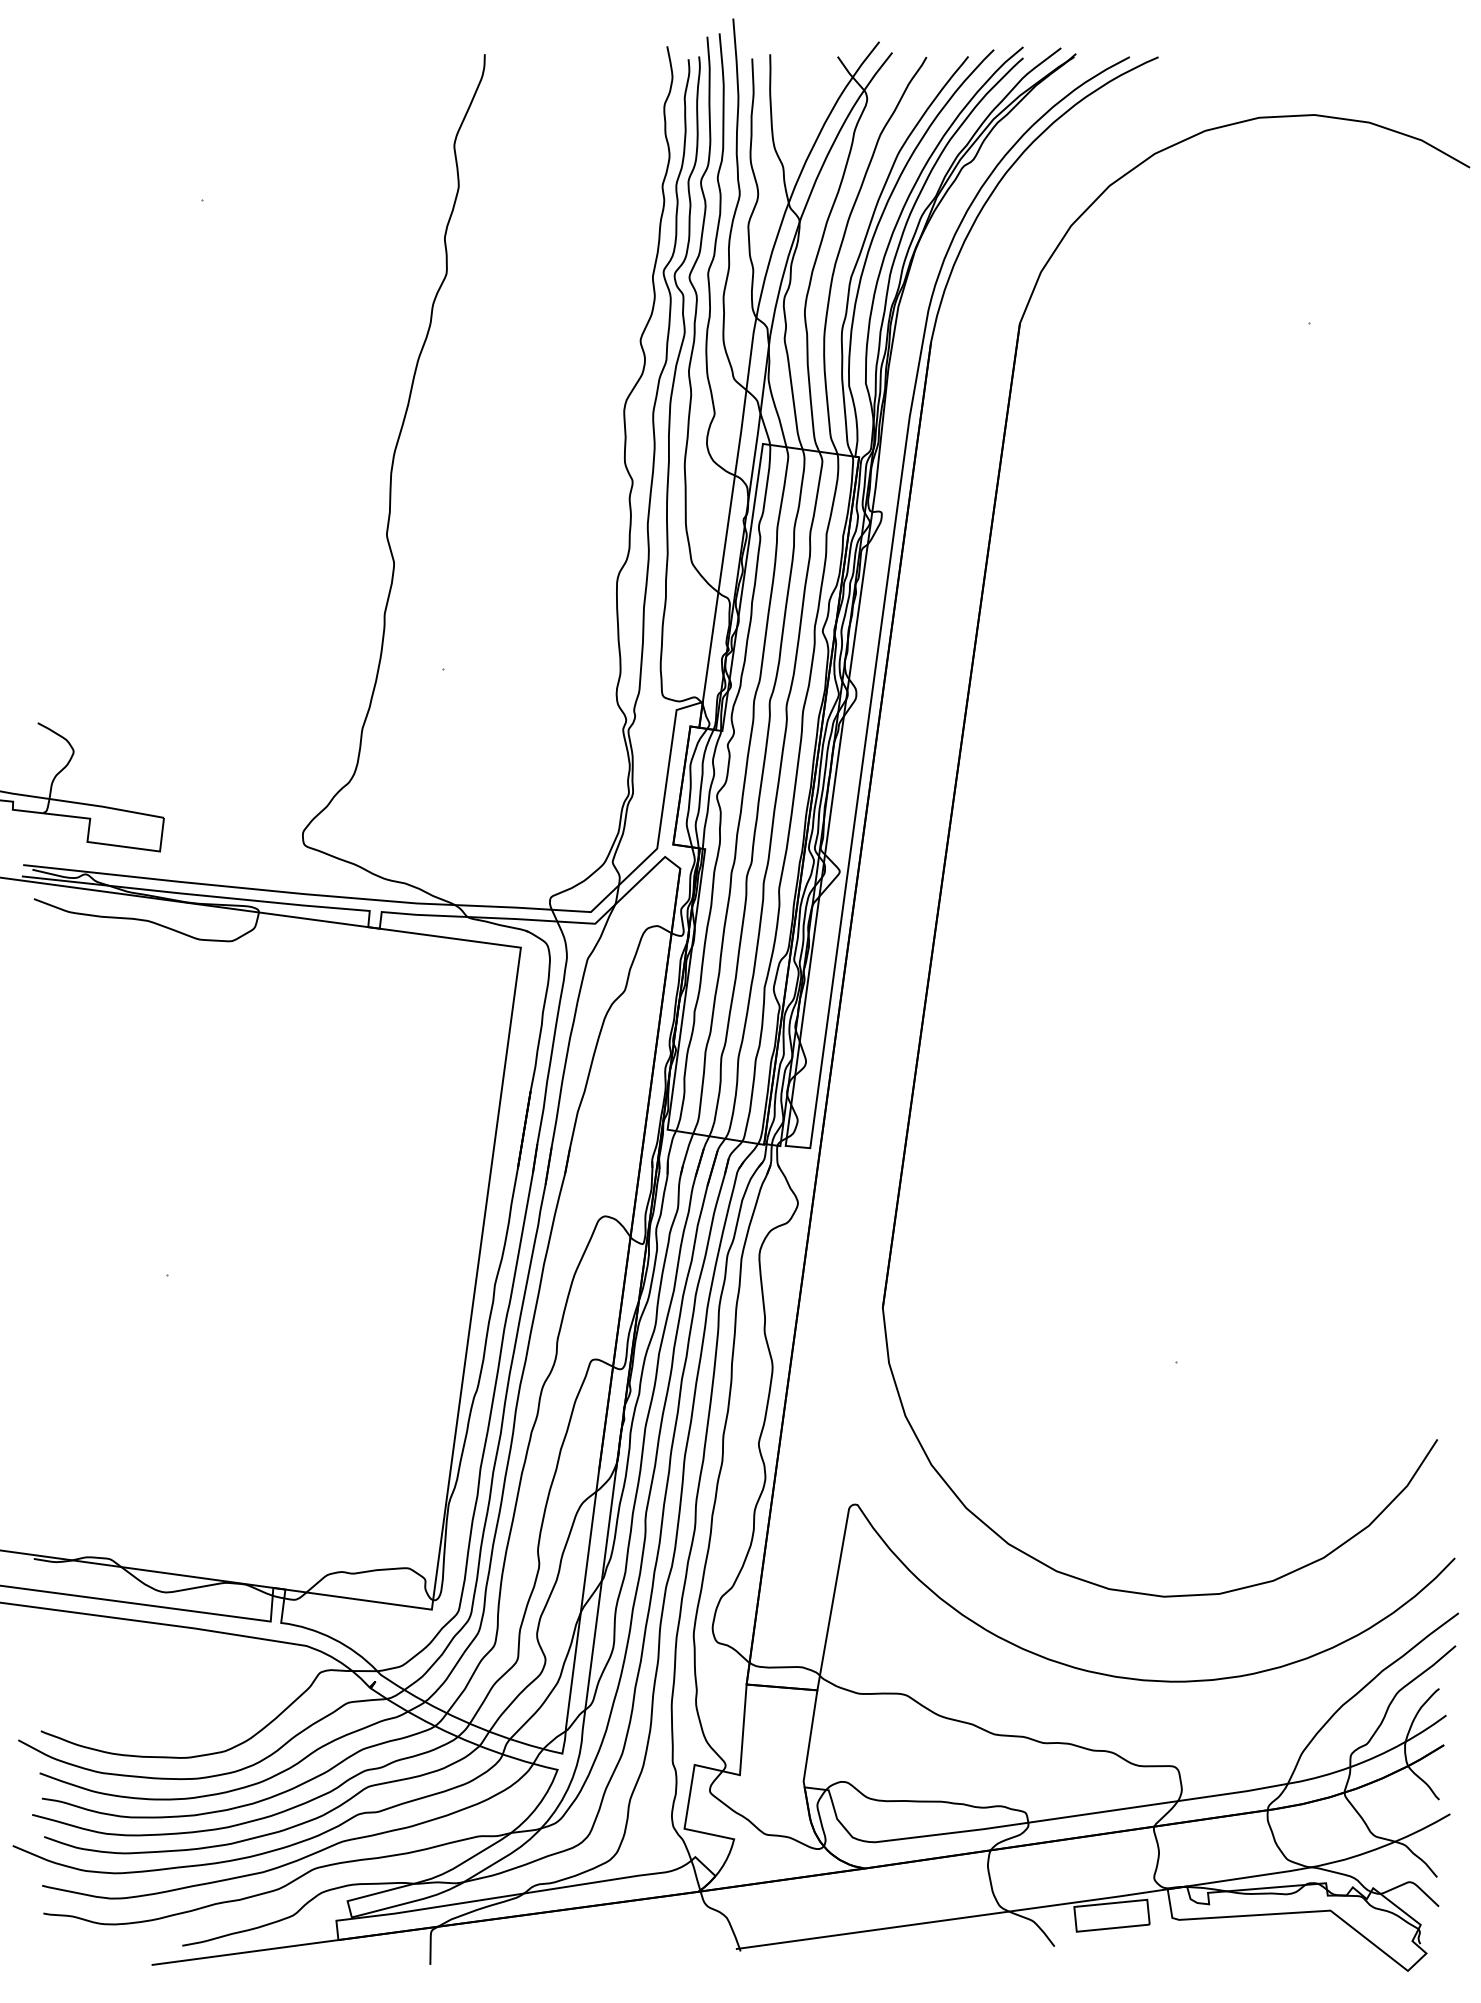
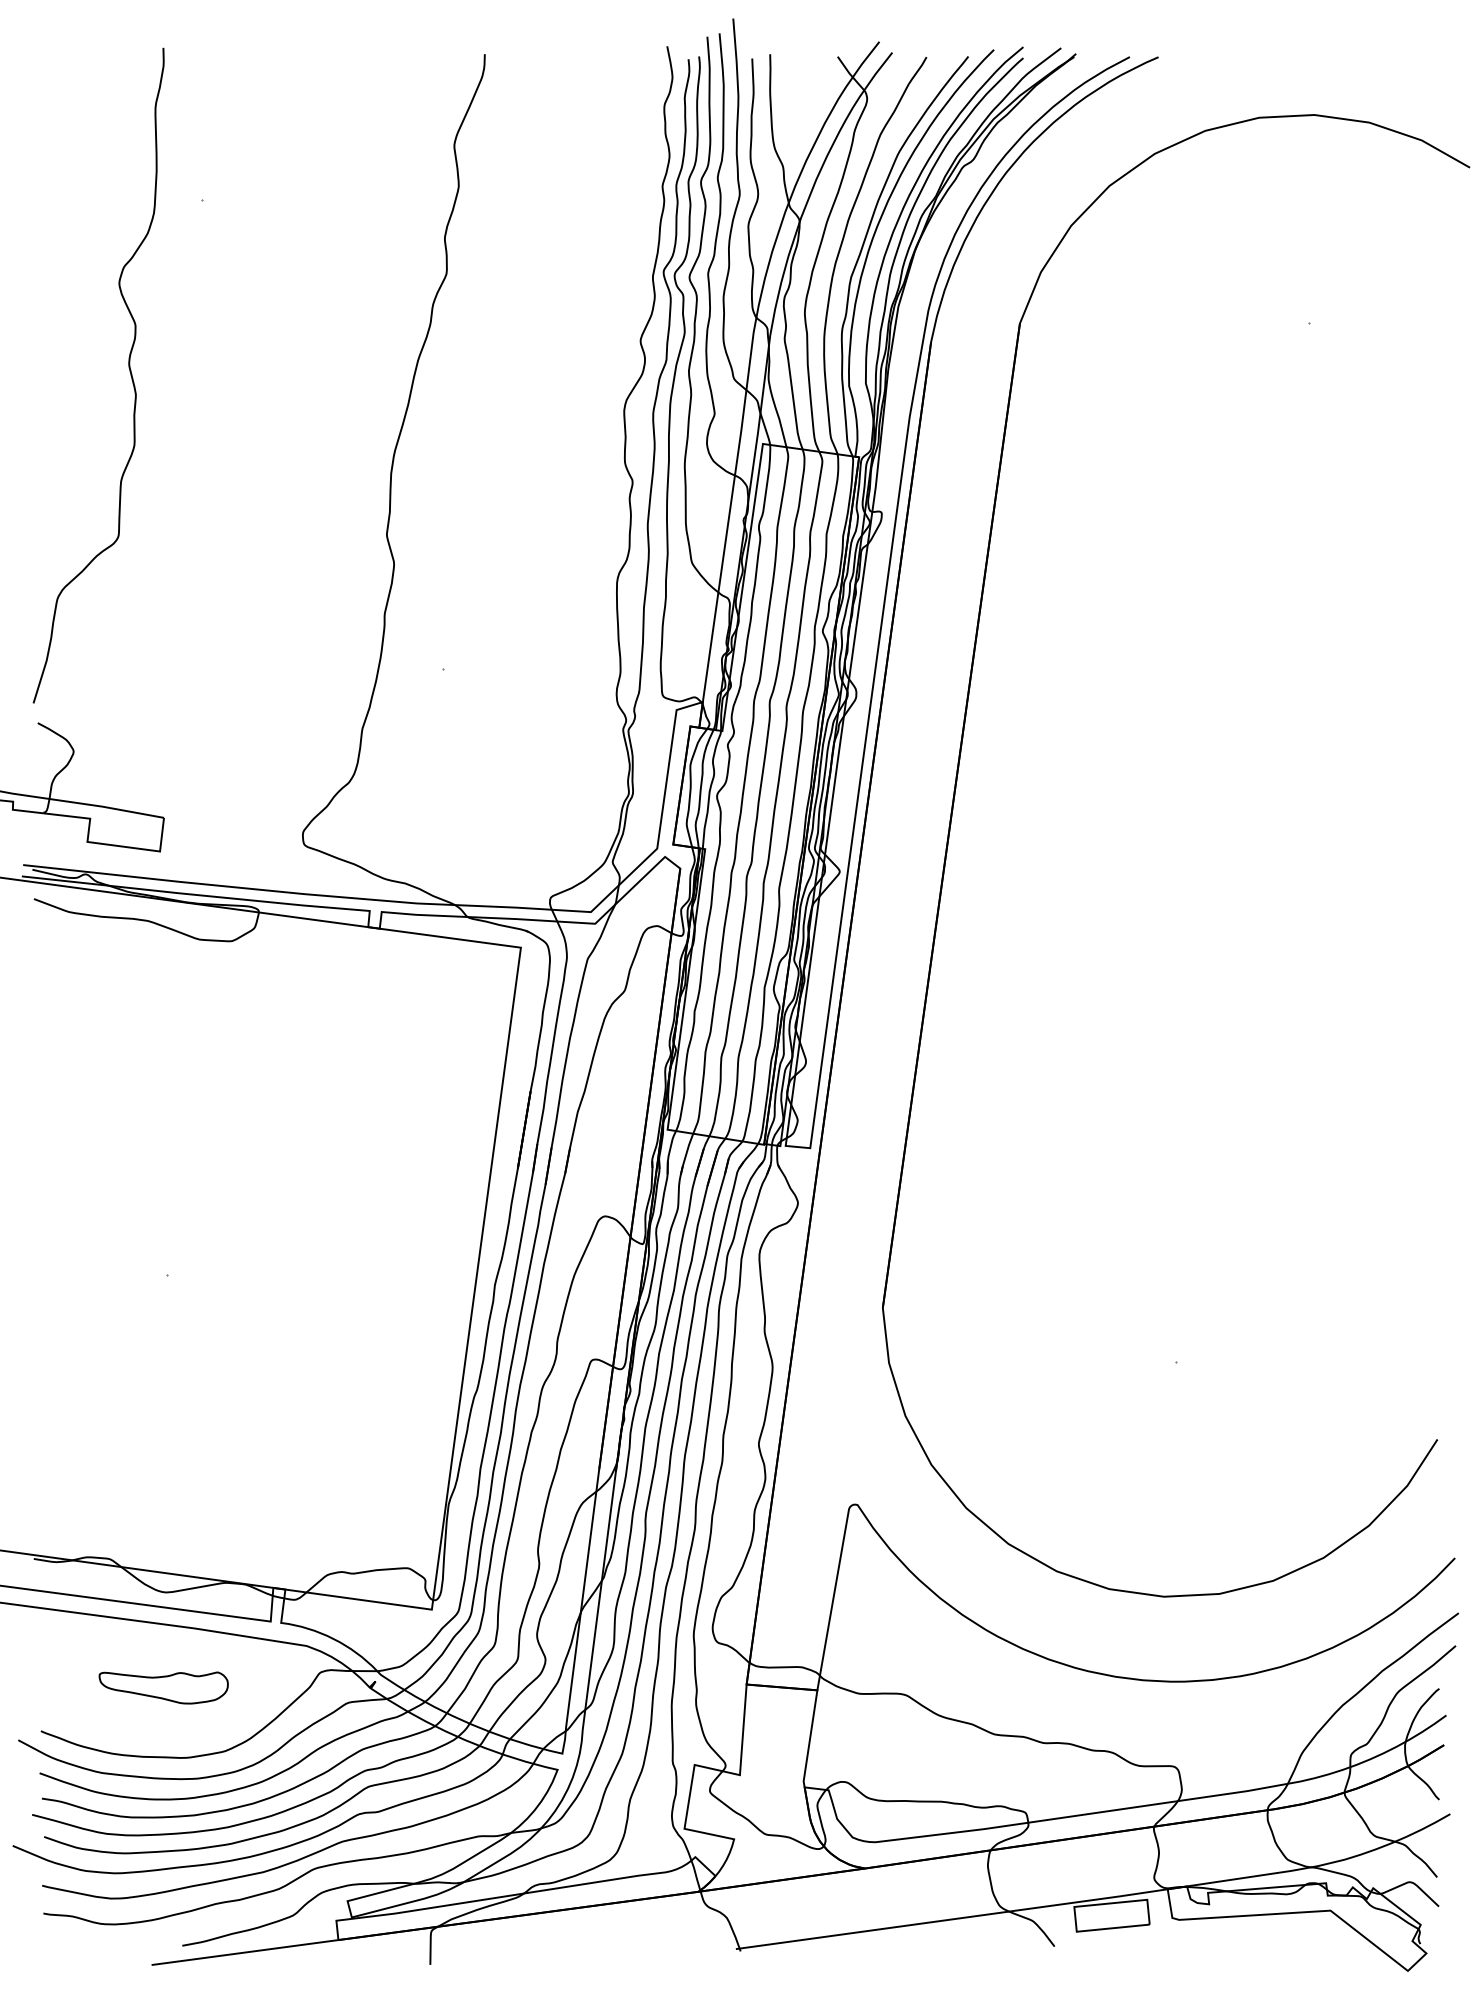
curve at (128, 367): none -> present
part at (163, 1687): none -> present
